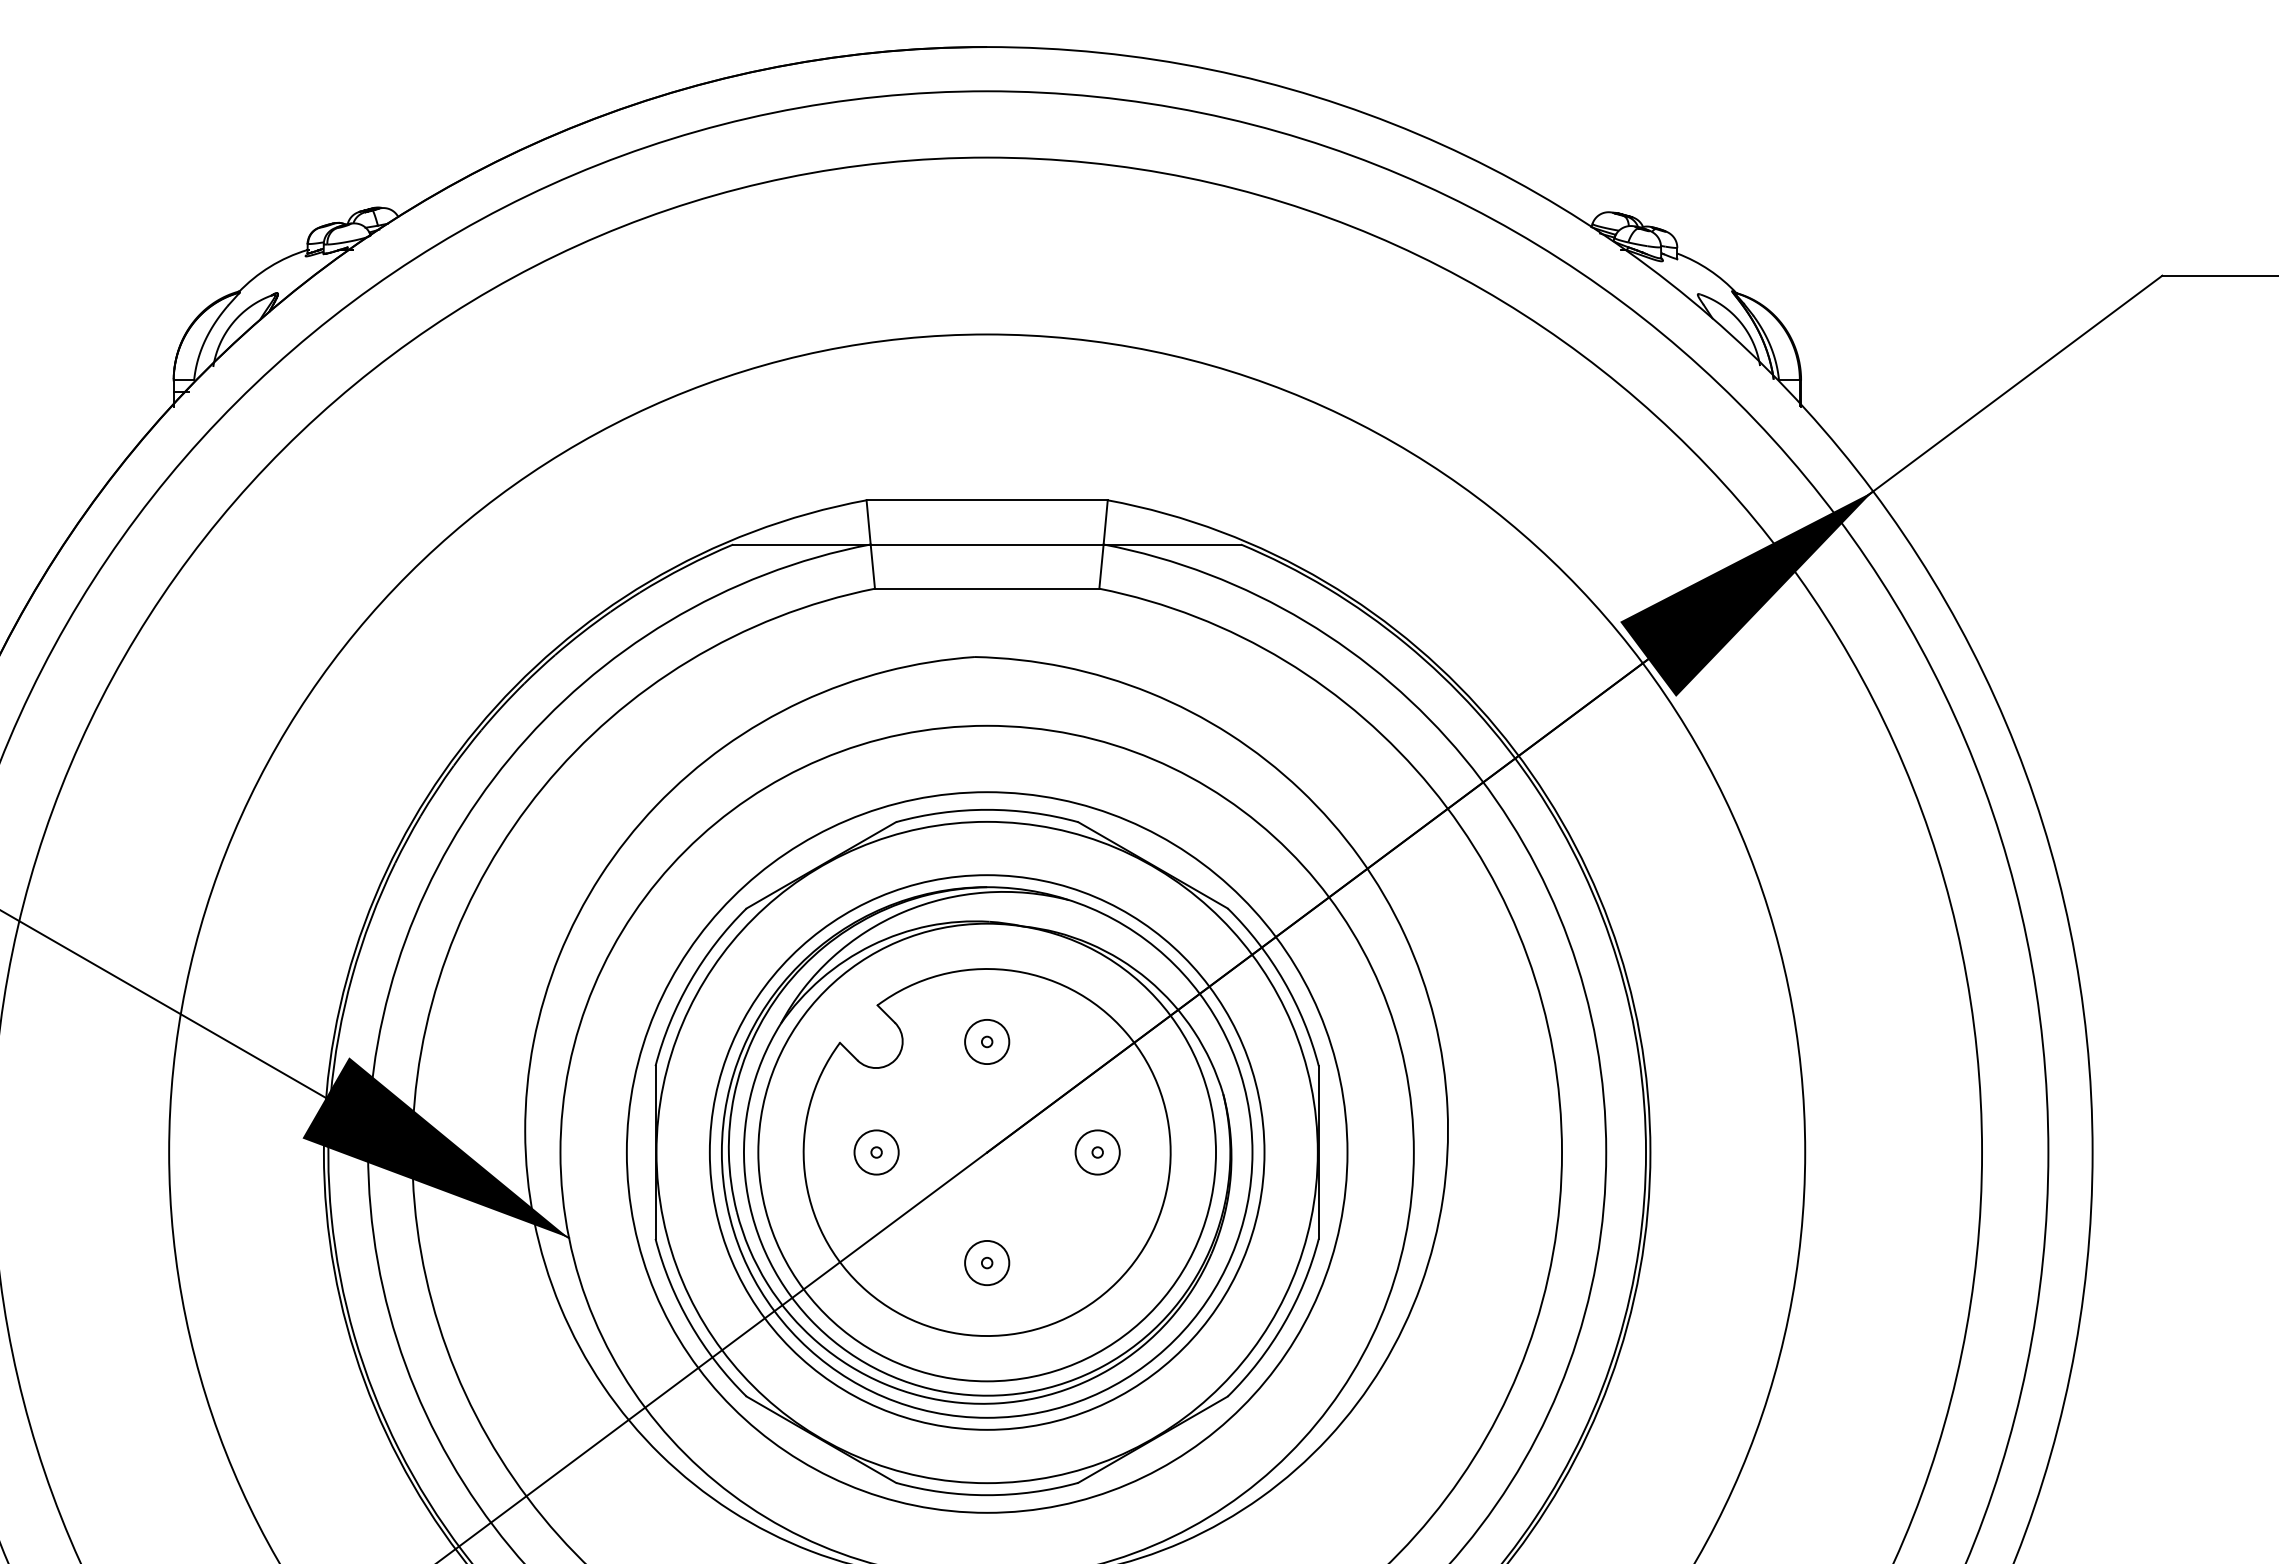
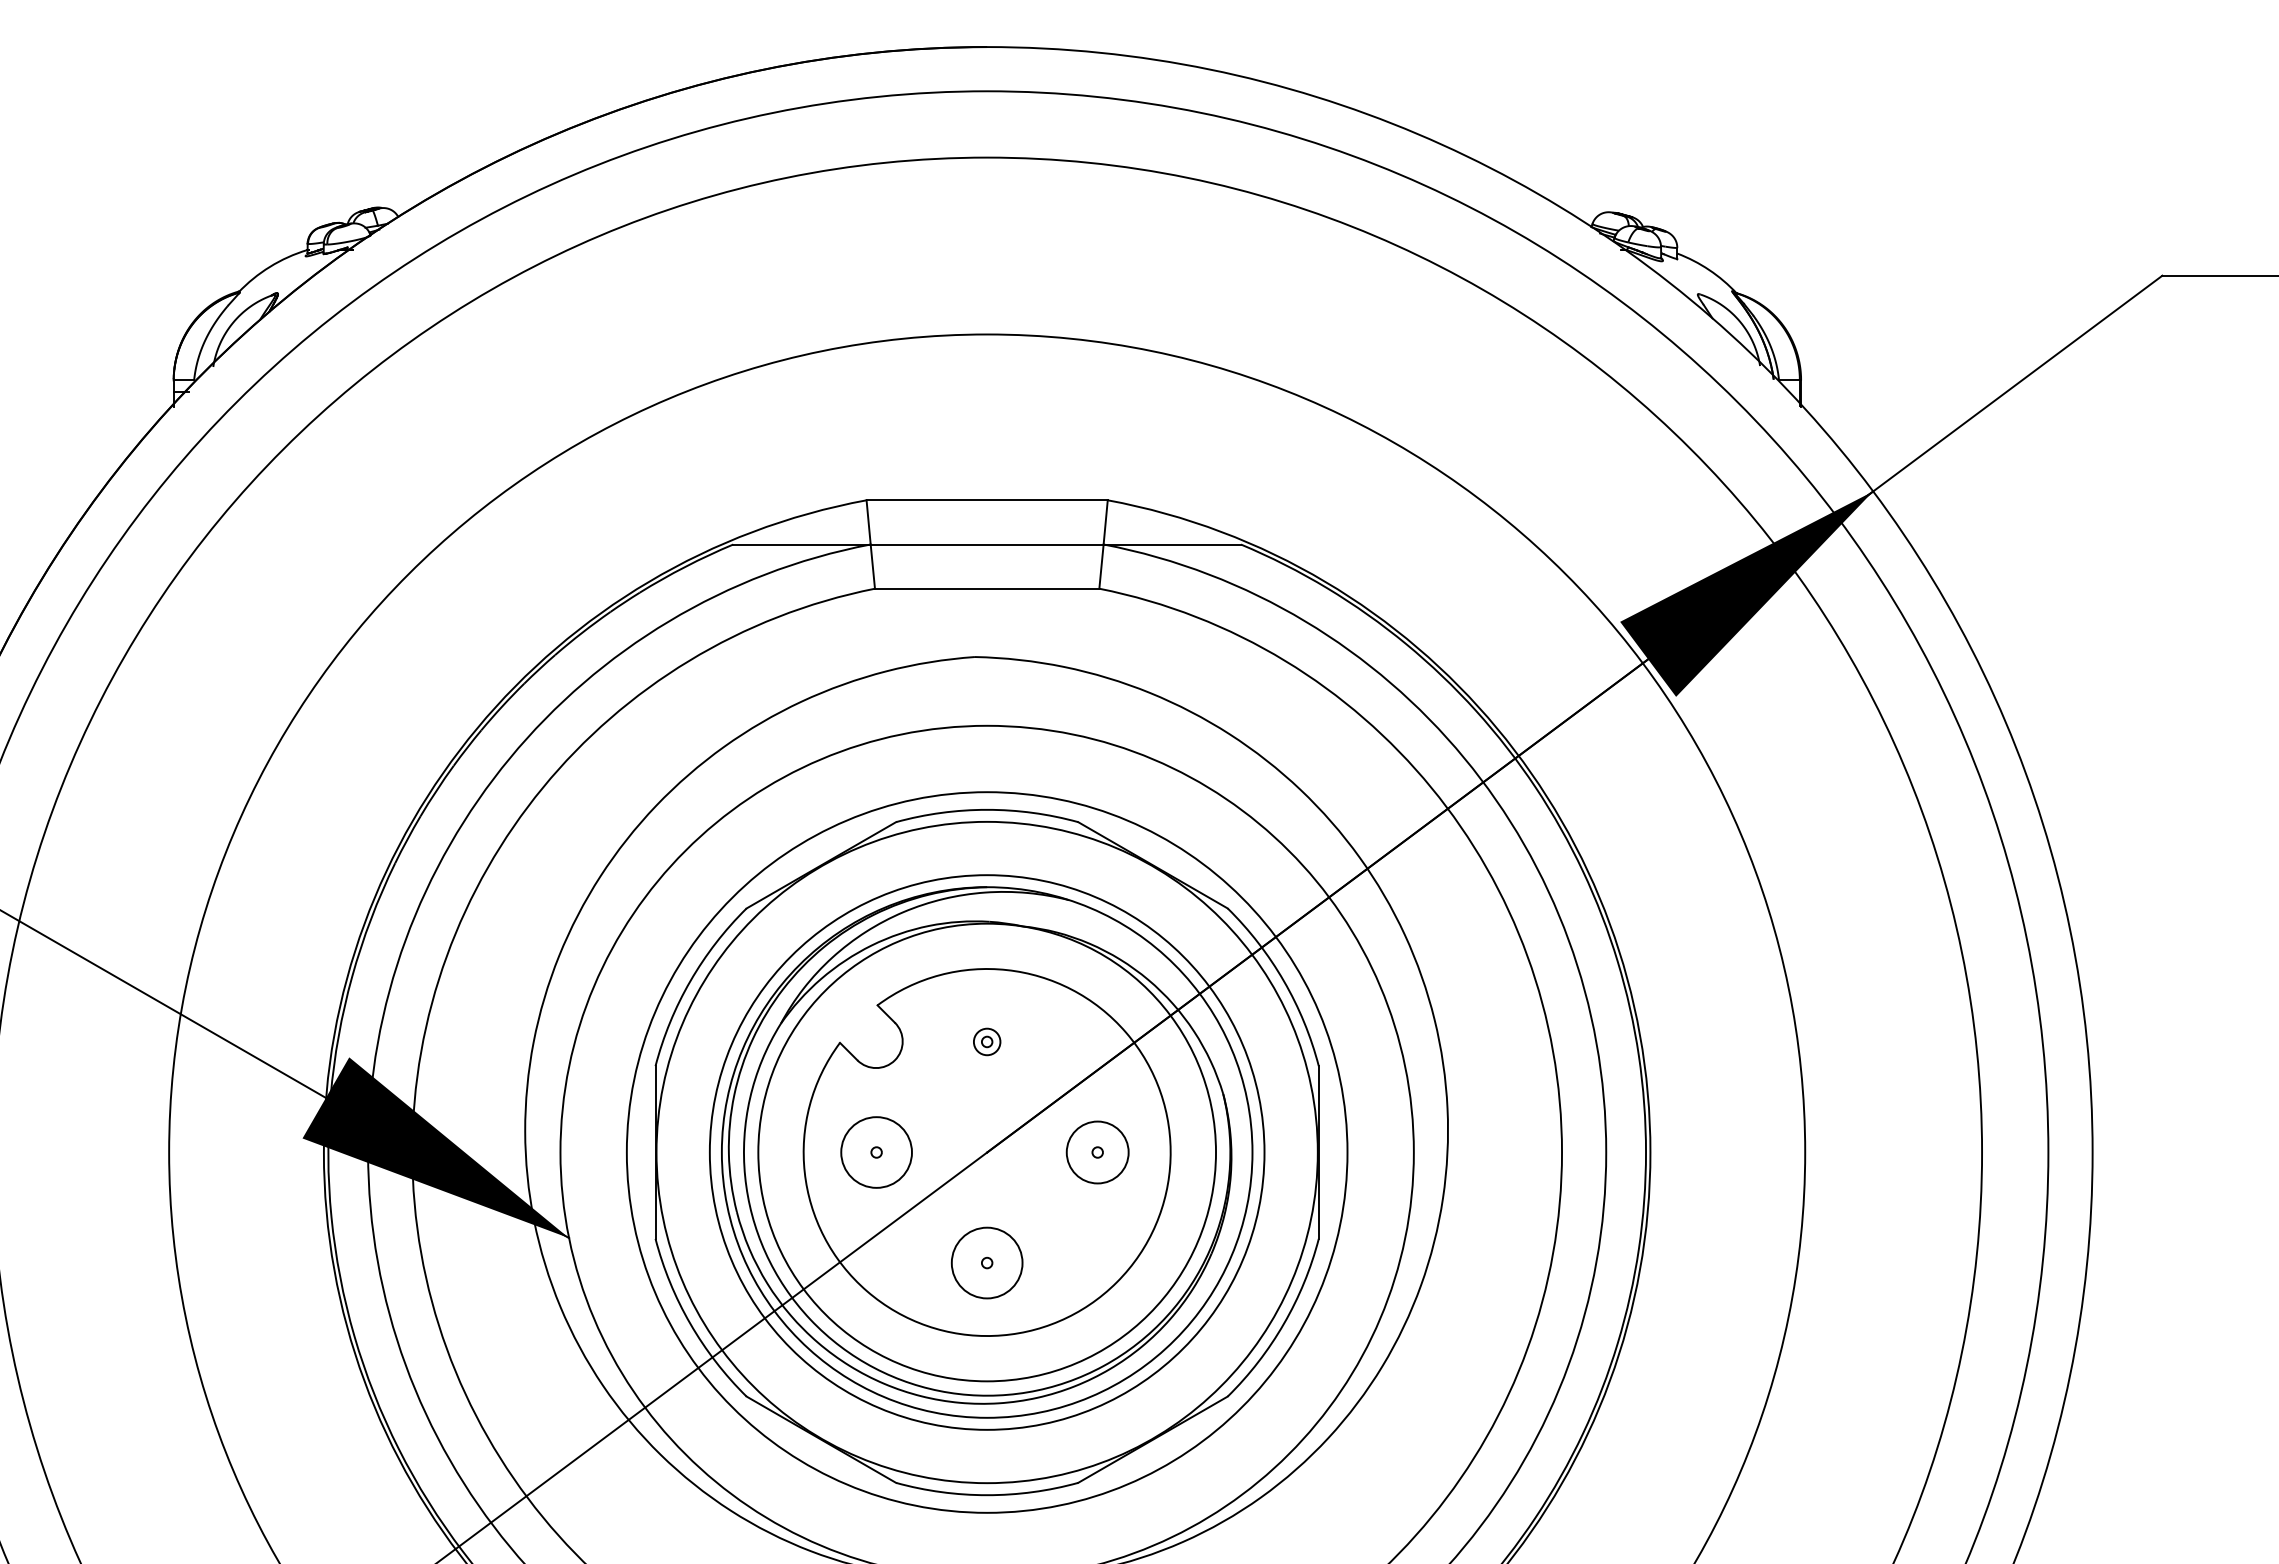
circle at (987, 1041) diameter: 44 px -> 27 px
circle at (876, 1152) diameter: 44 px -> 71 px
circle at (1097, 1152) diameter: 44 px -> 62 px
circle at (987, 1262) diameter: 44 px -> 71 px
